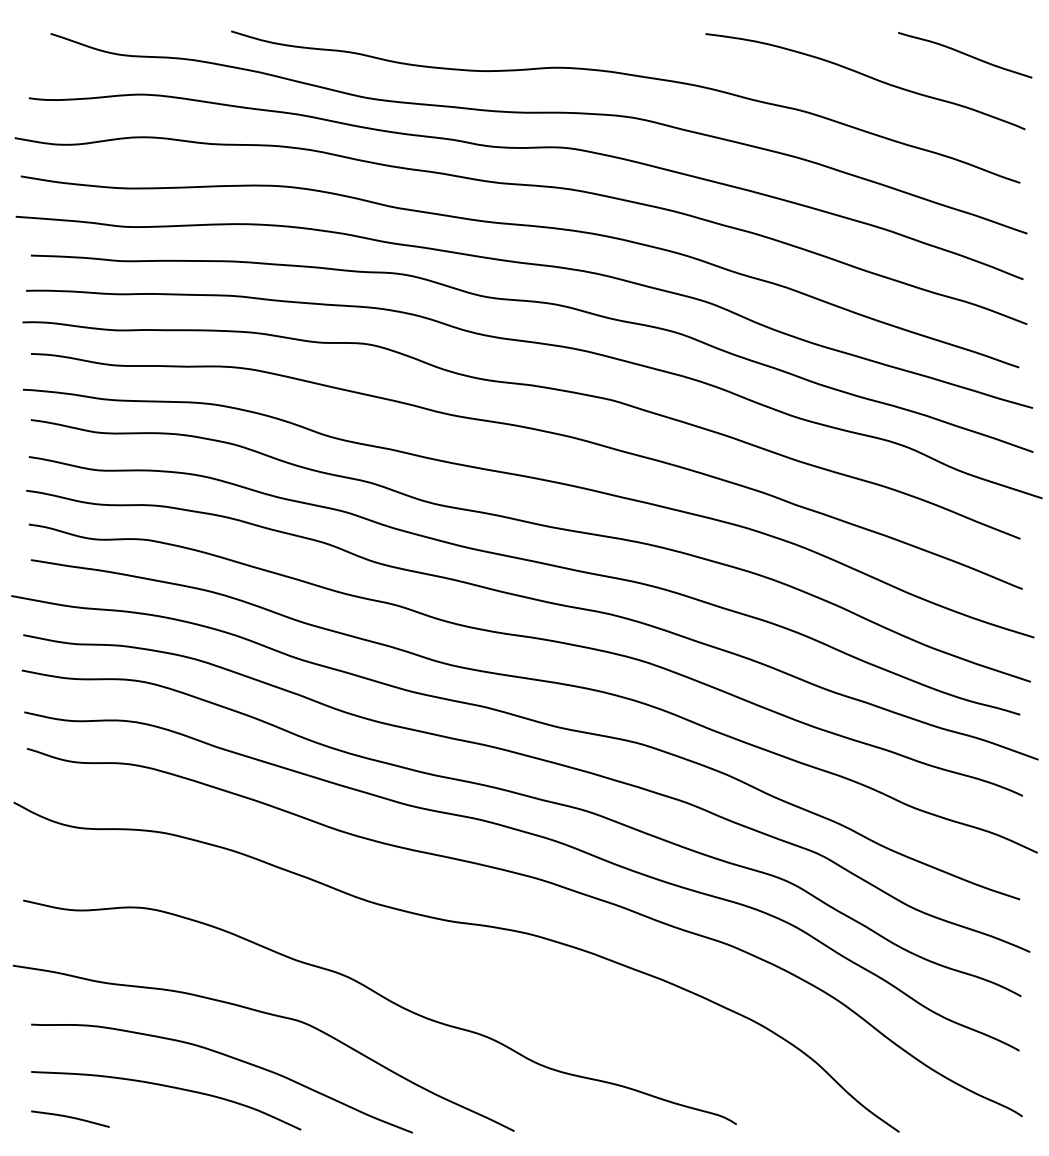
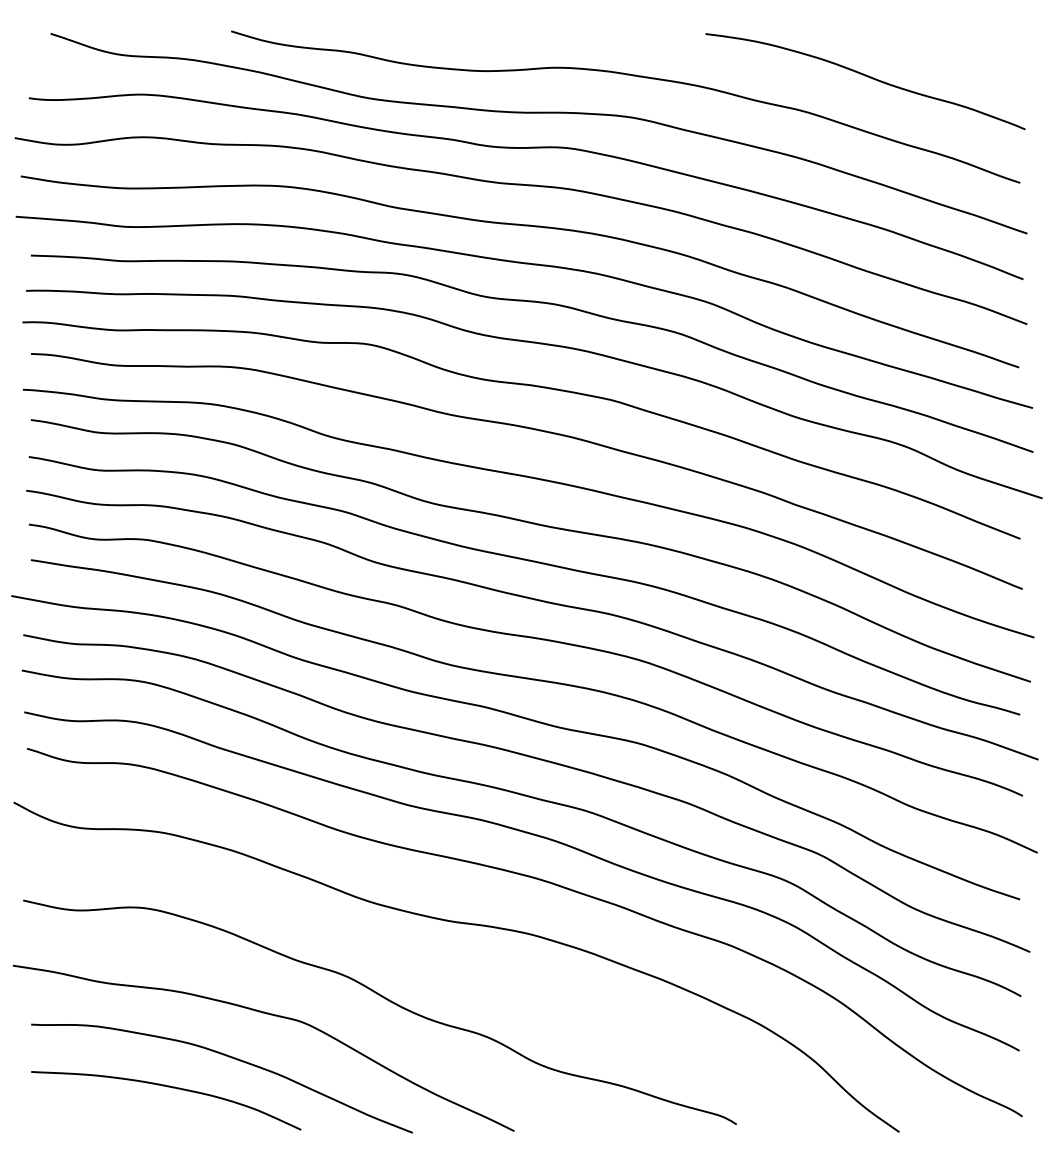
curve at (965, 55): present -> none
curve at (70, 1118): present -> none
